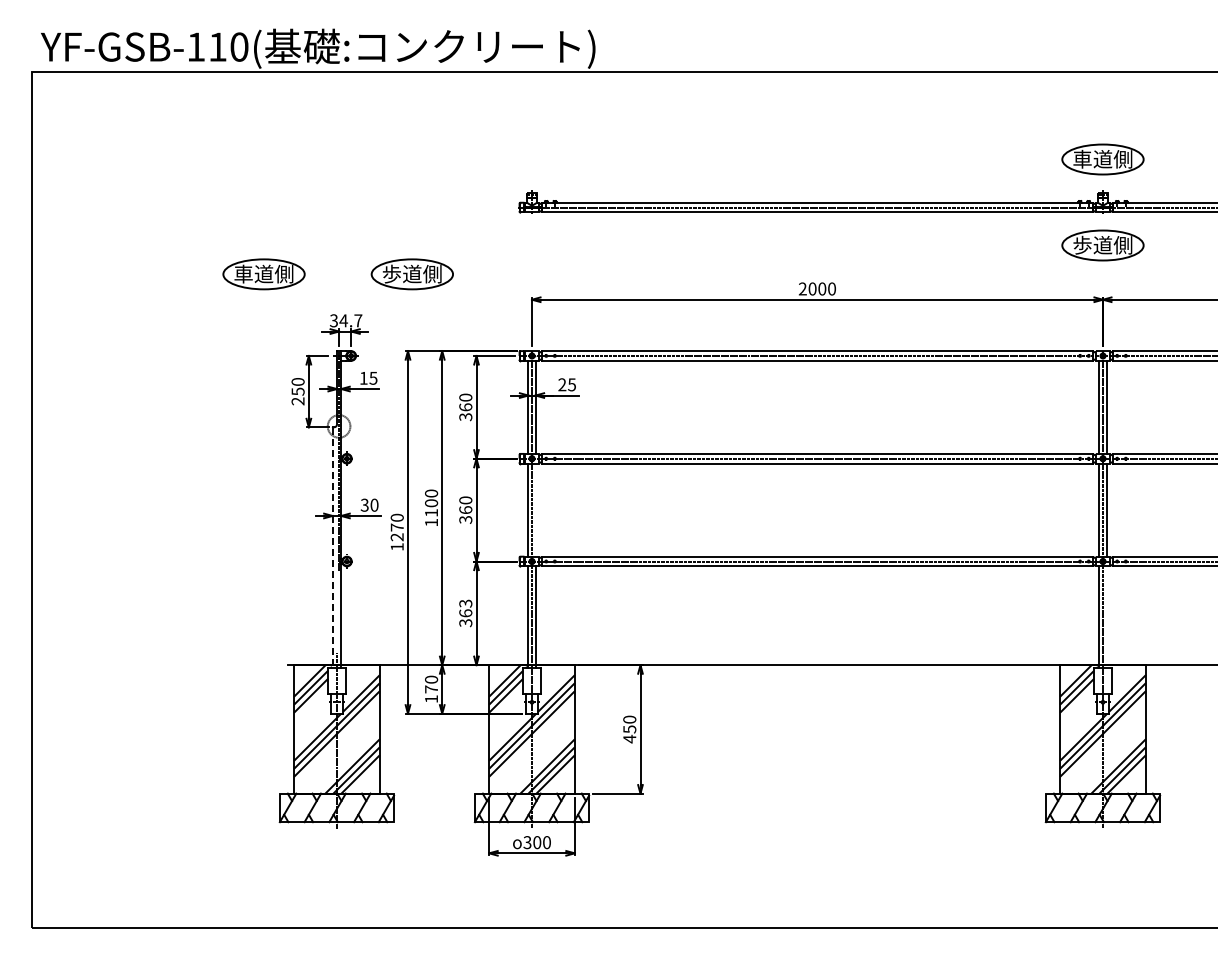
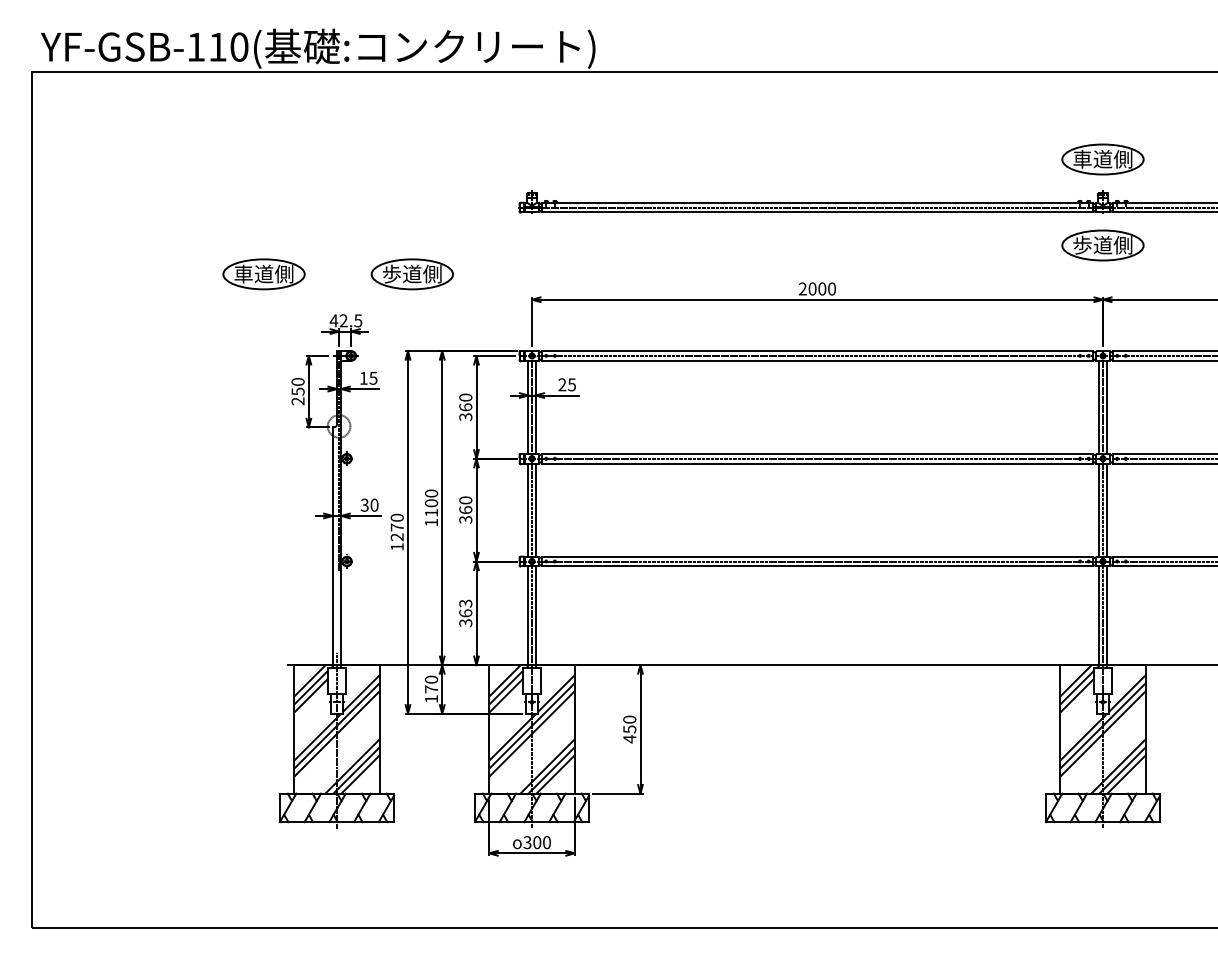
text at (345, 320): 34.7 -> 42.5
line at (535, 509): none -> present
line at (332, 548): dashed -> solid
line at (1106, 617): none -> present
